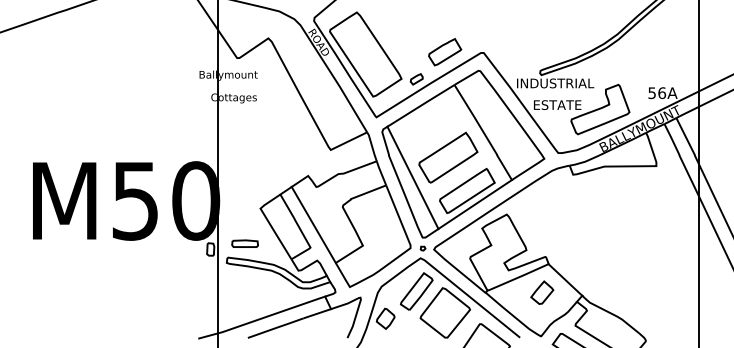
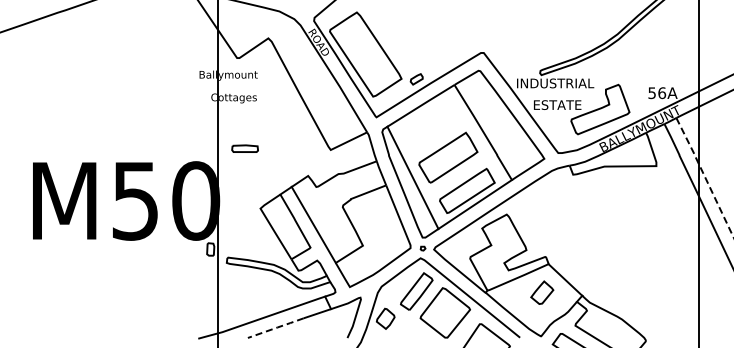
part at (445, 52): present -> none
line at (704, 176): solid -> dashed
part at (244, 243) position: (244, 243) -> (244, 148)
line at (276, 327): solid -> dashed
